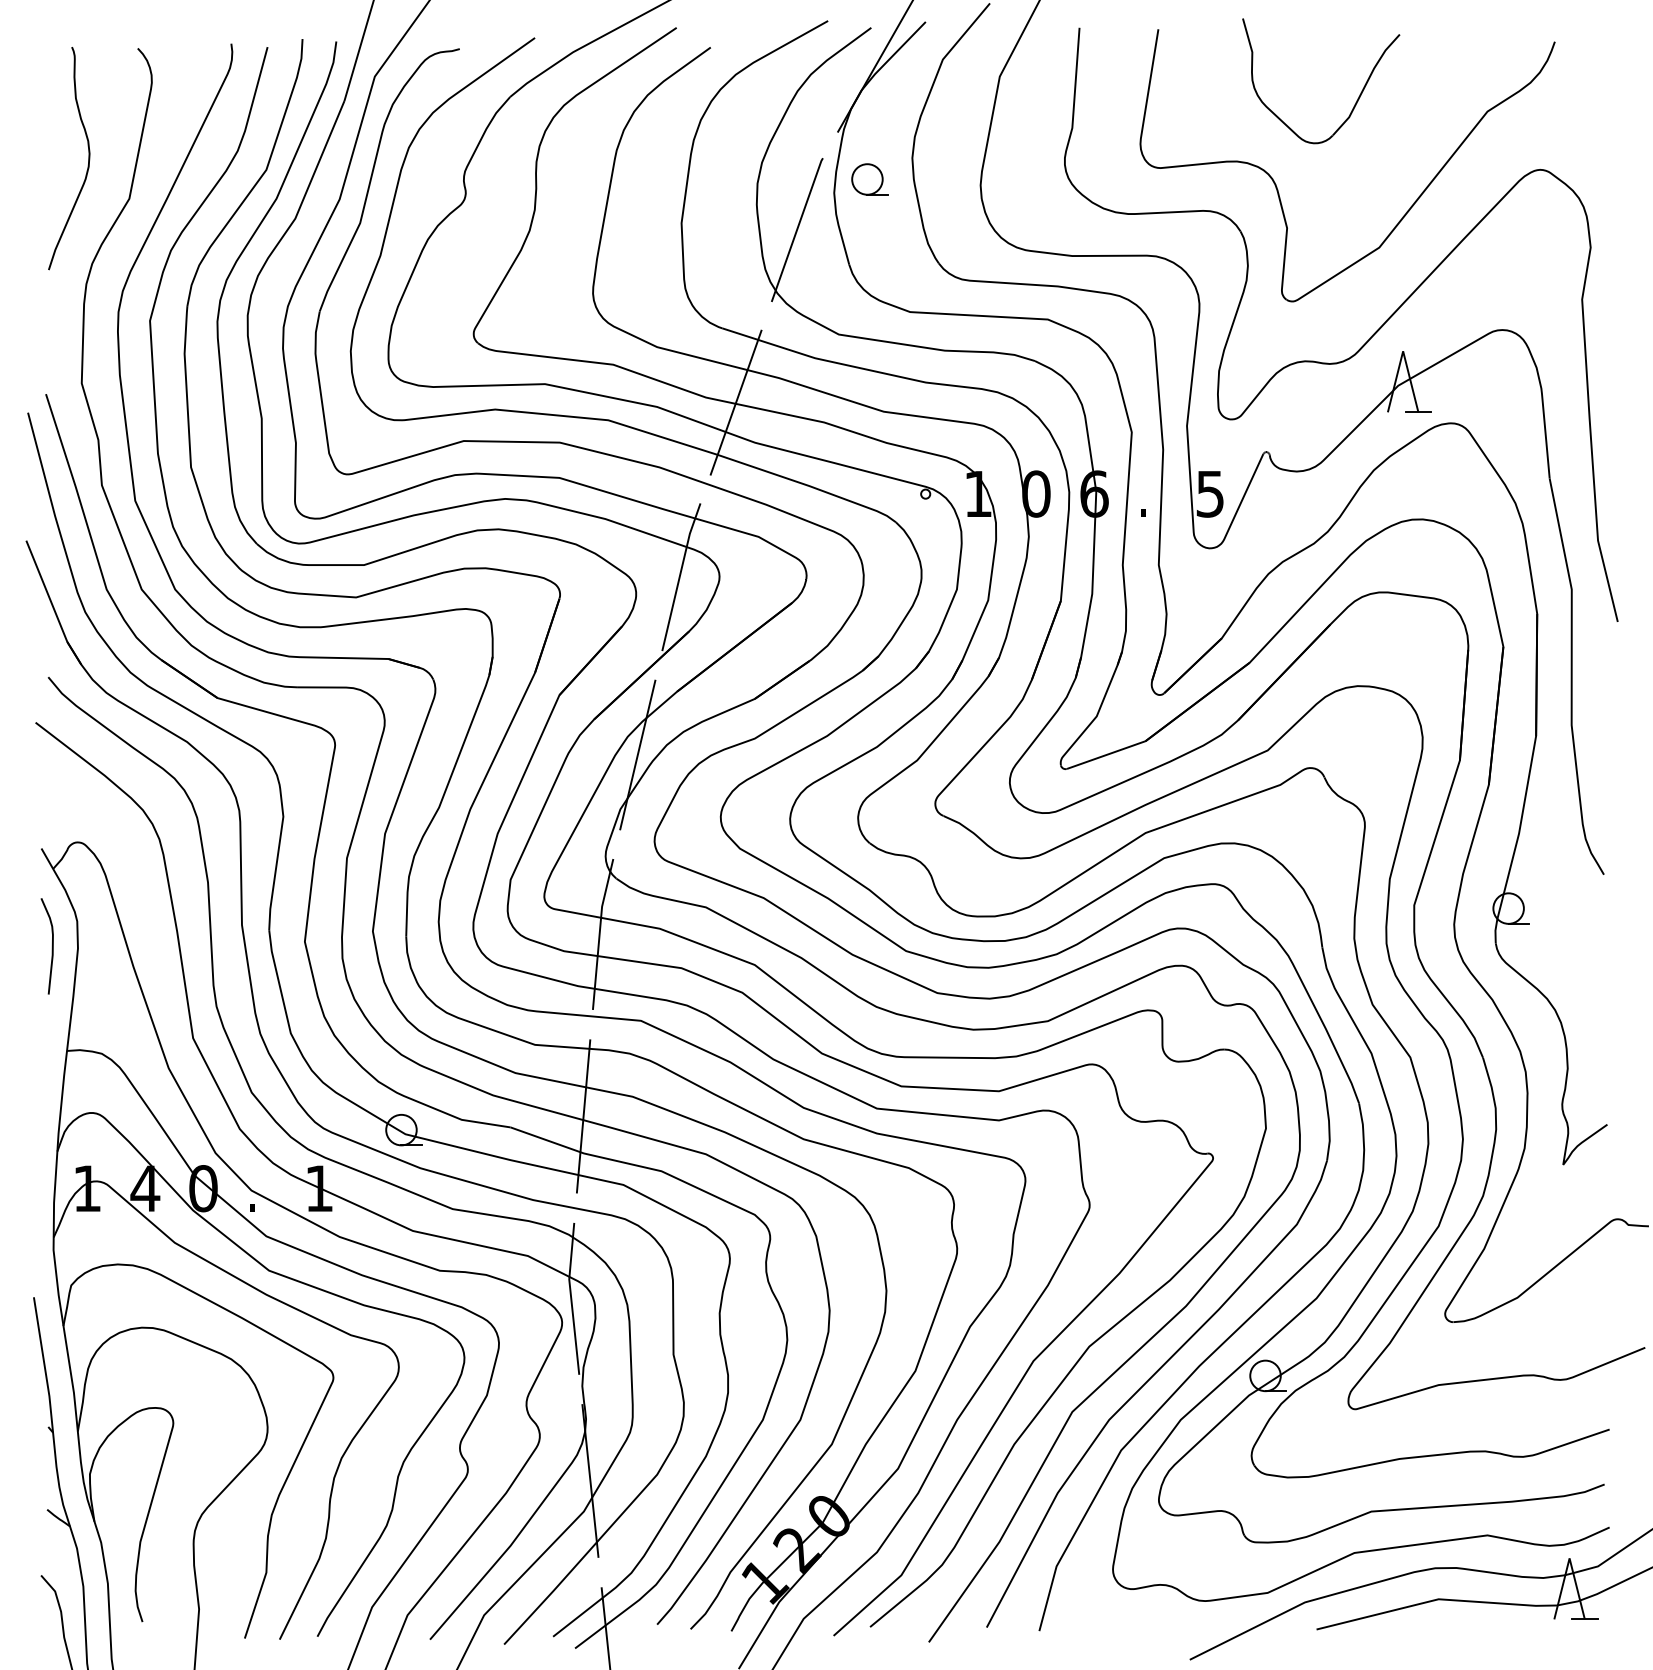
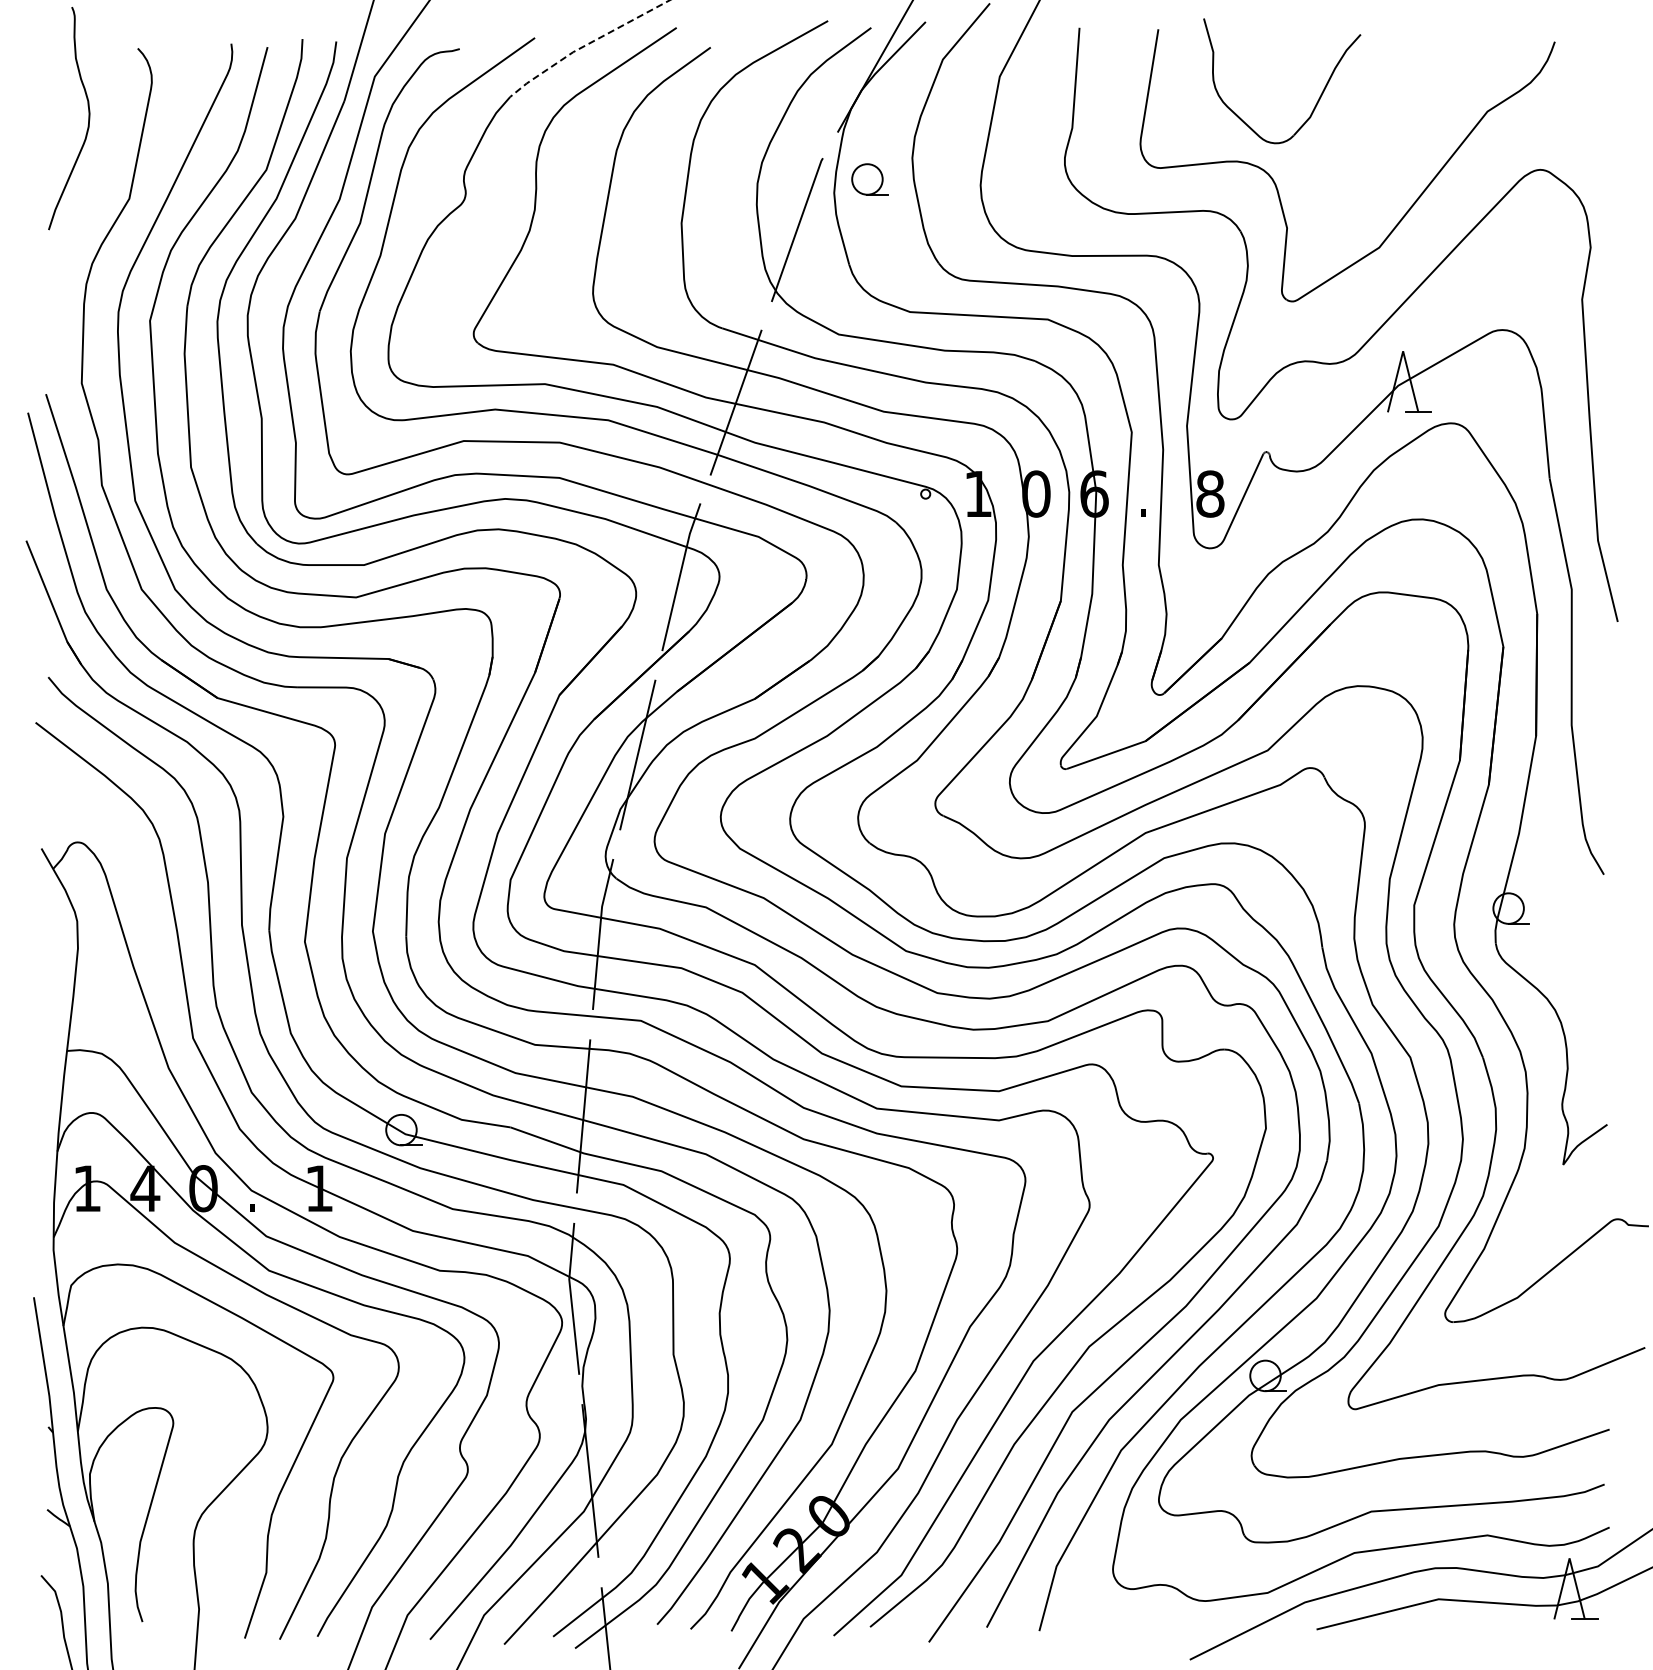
line at (586, 45): solid -> dashed
part at (1357, 98) position: (1357, 98) -> (1318, 98)
curve at (88, 158) position: (88, 158) -> (88, 118)
text at (1210, 493): 5 -> 8
curve at (51, 946): present -> none
